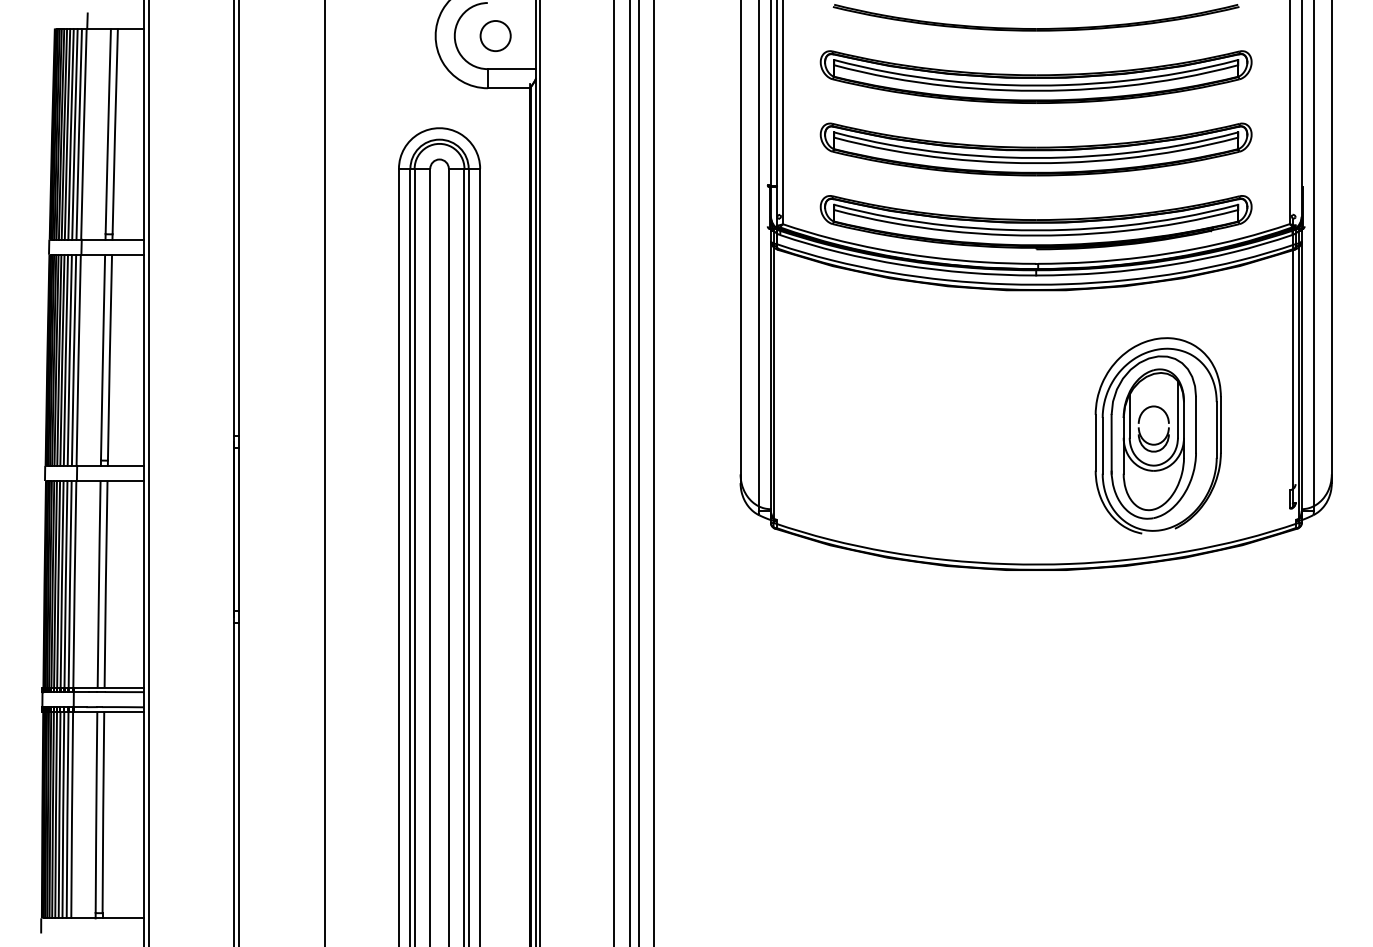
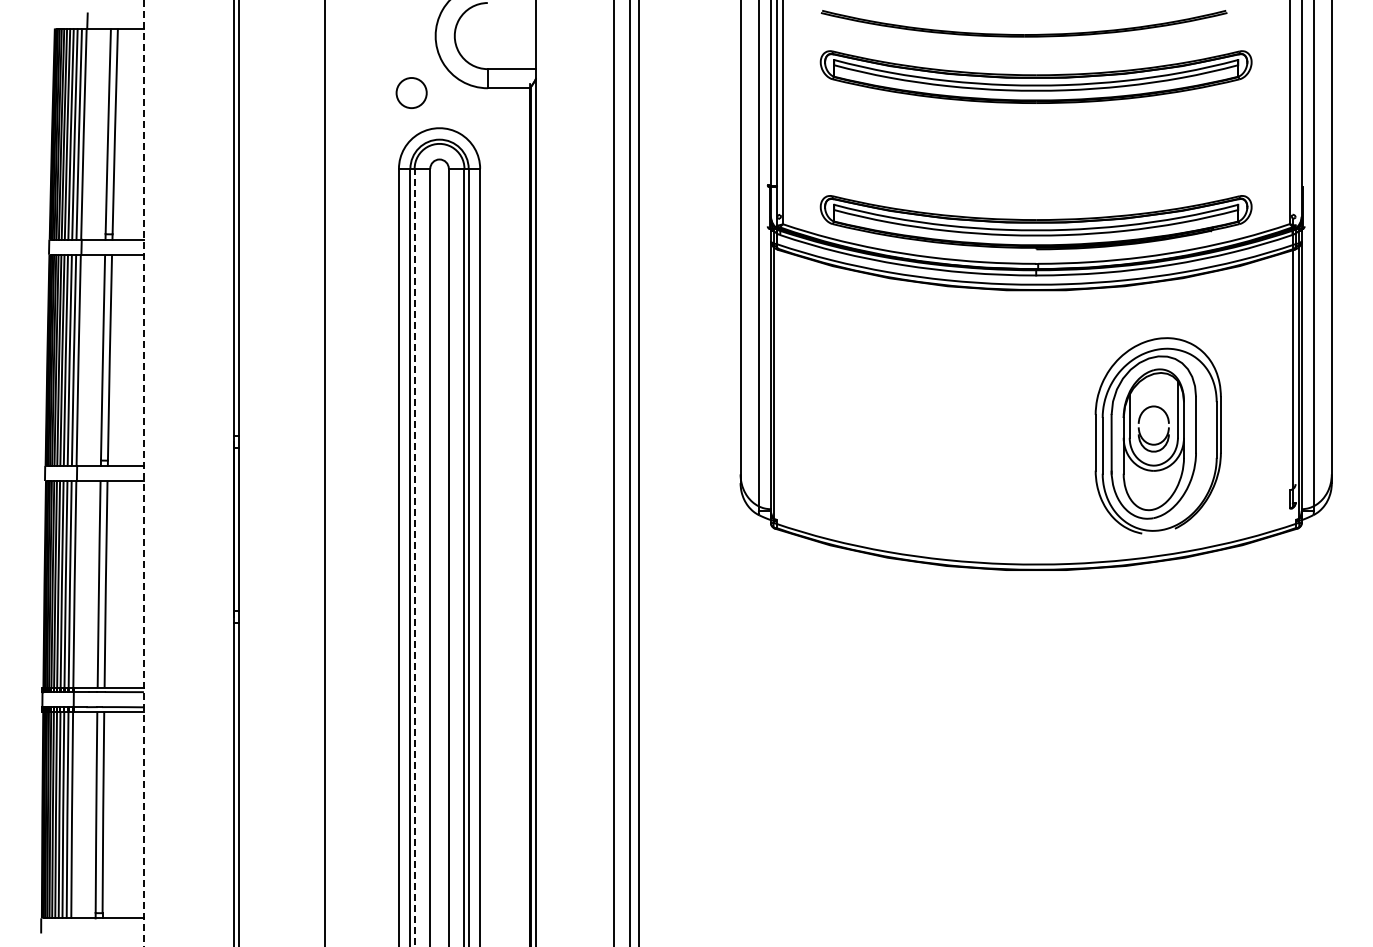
part at (1035, 28) position: (1035, 28) -> (1023, 34)
circle at (495, 35) position: (495, 35) -> (411, 92)
part at (1035, 149): present -> none
line at (148, 472): present -> none
line at (540, 472): present -> none
line at (654, 472): present -> none
line at (143, 473): solid -> dashed
line at (414, 557): solid -> dashed
